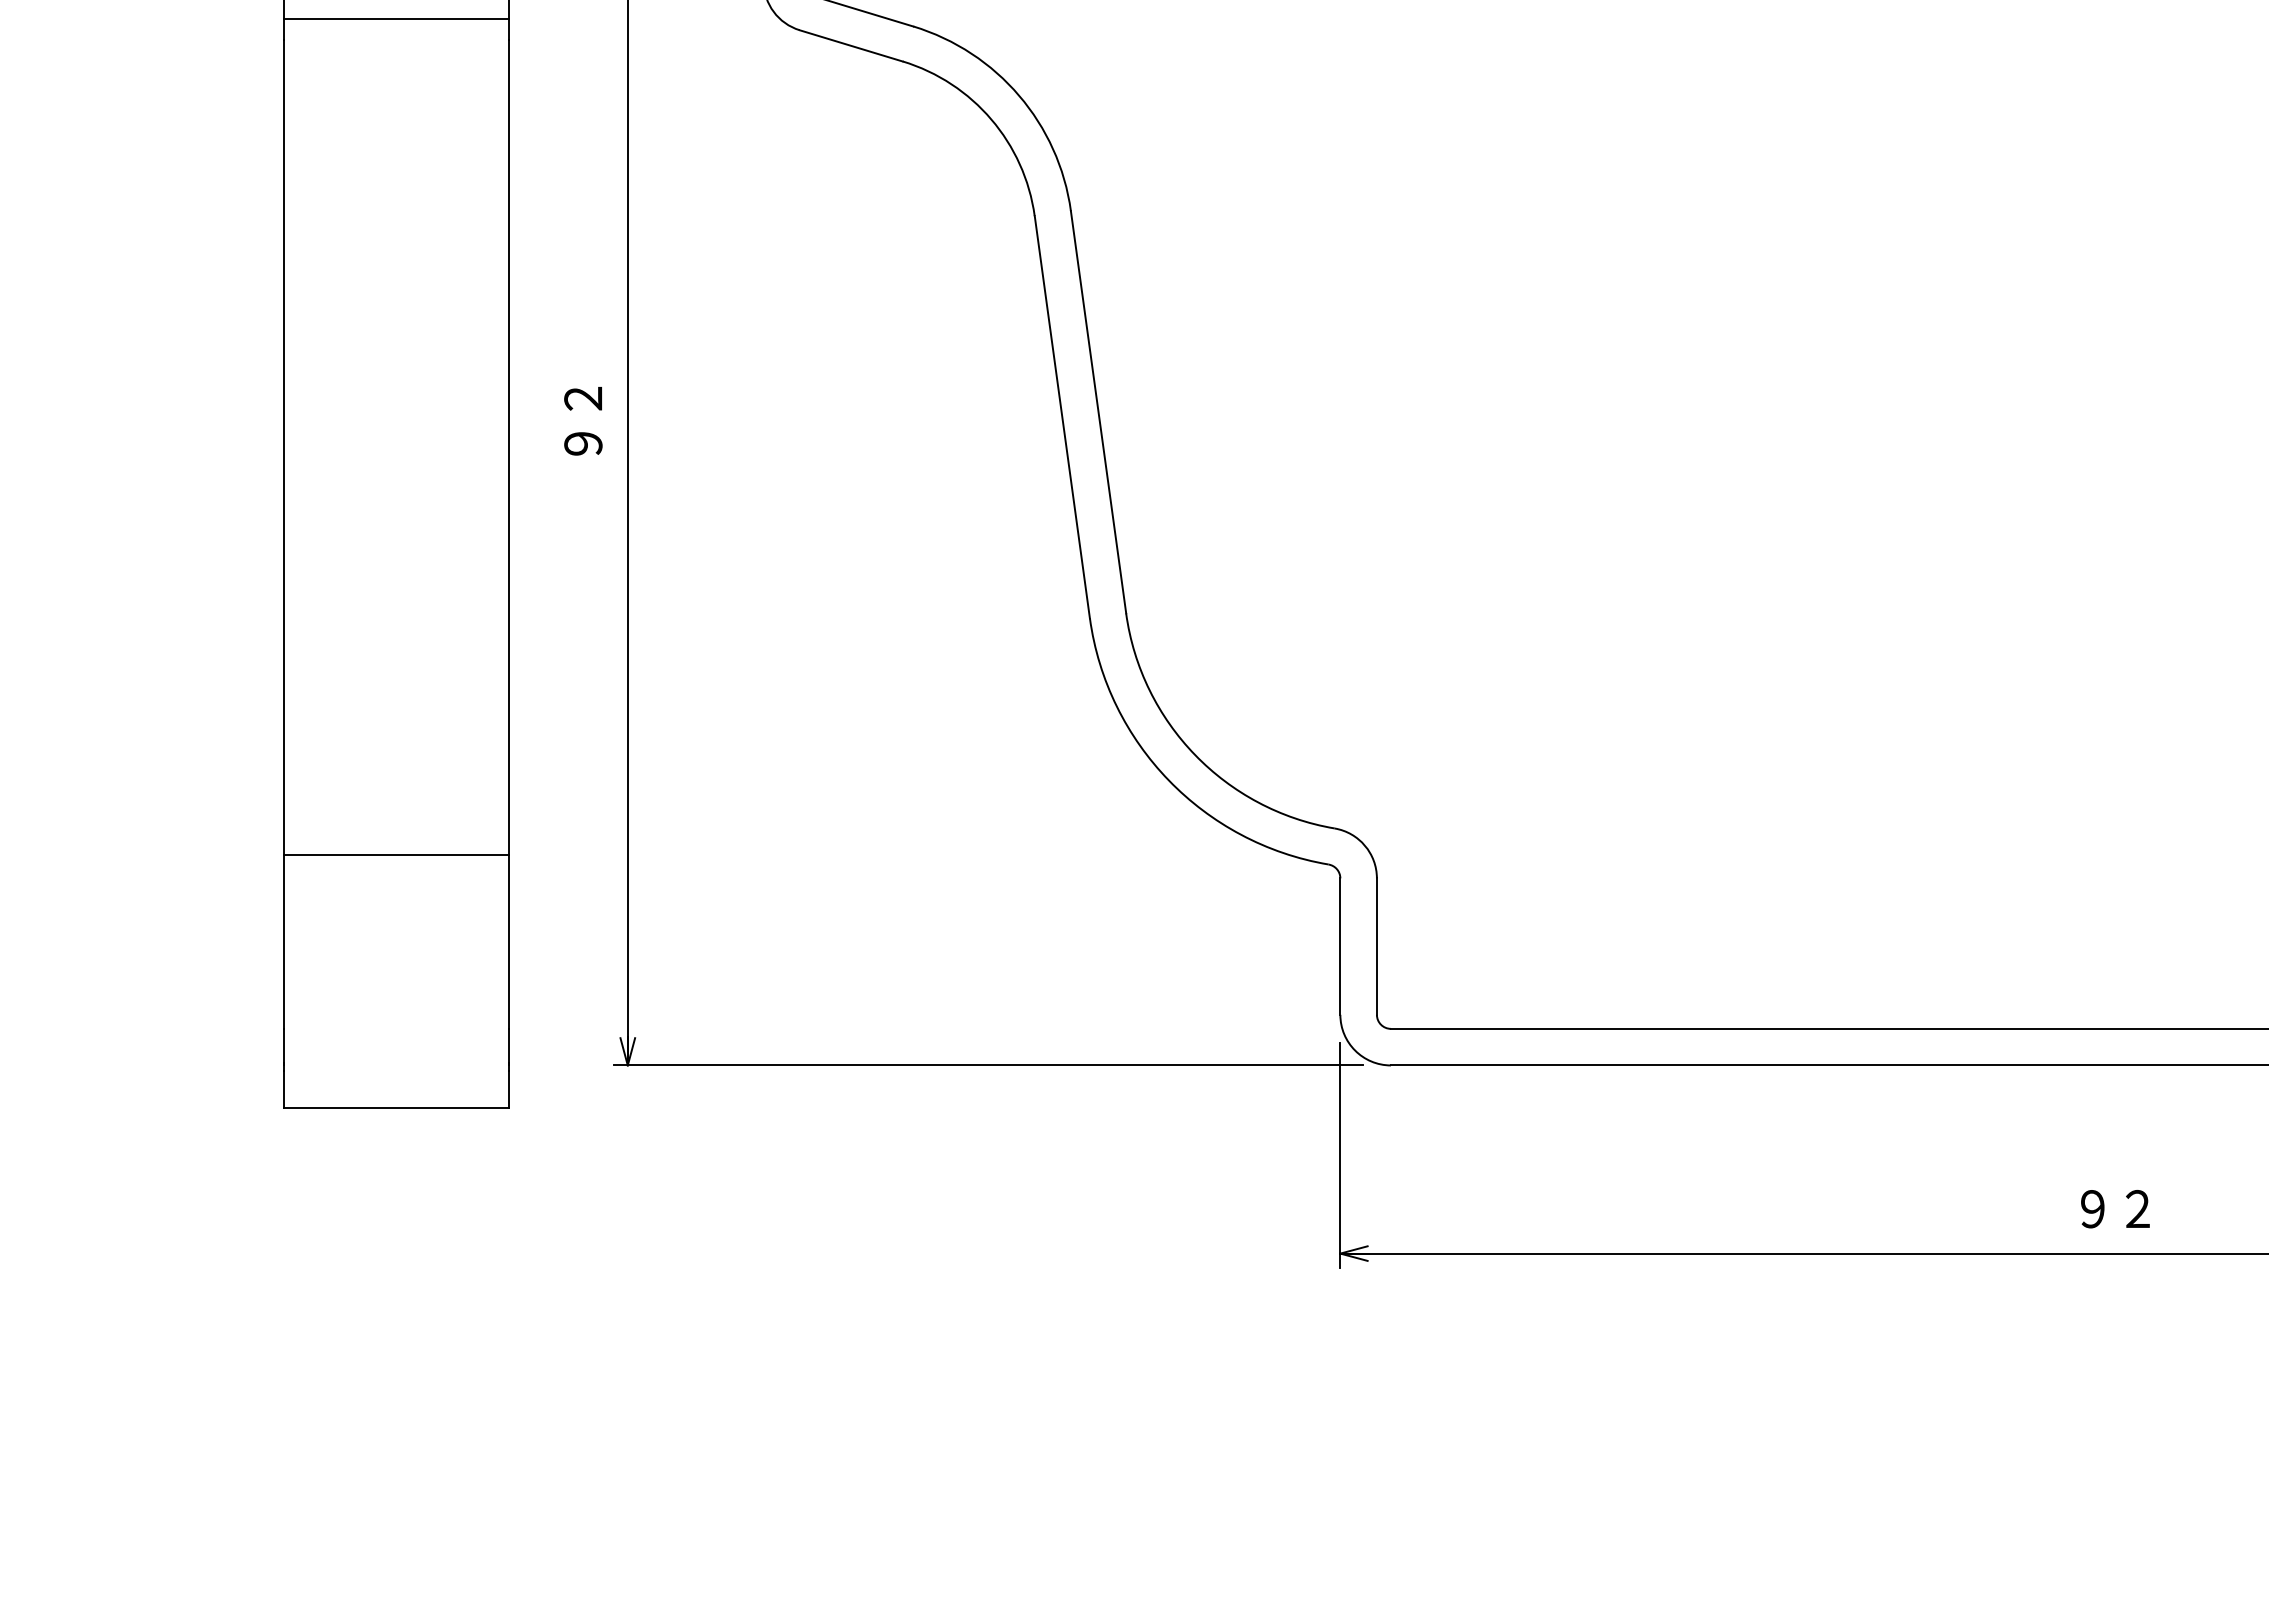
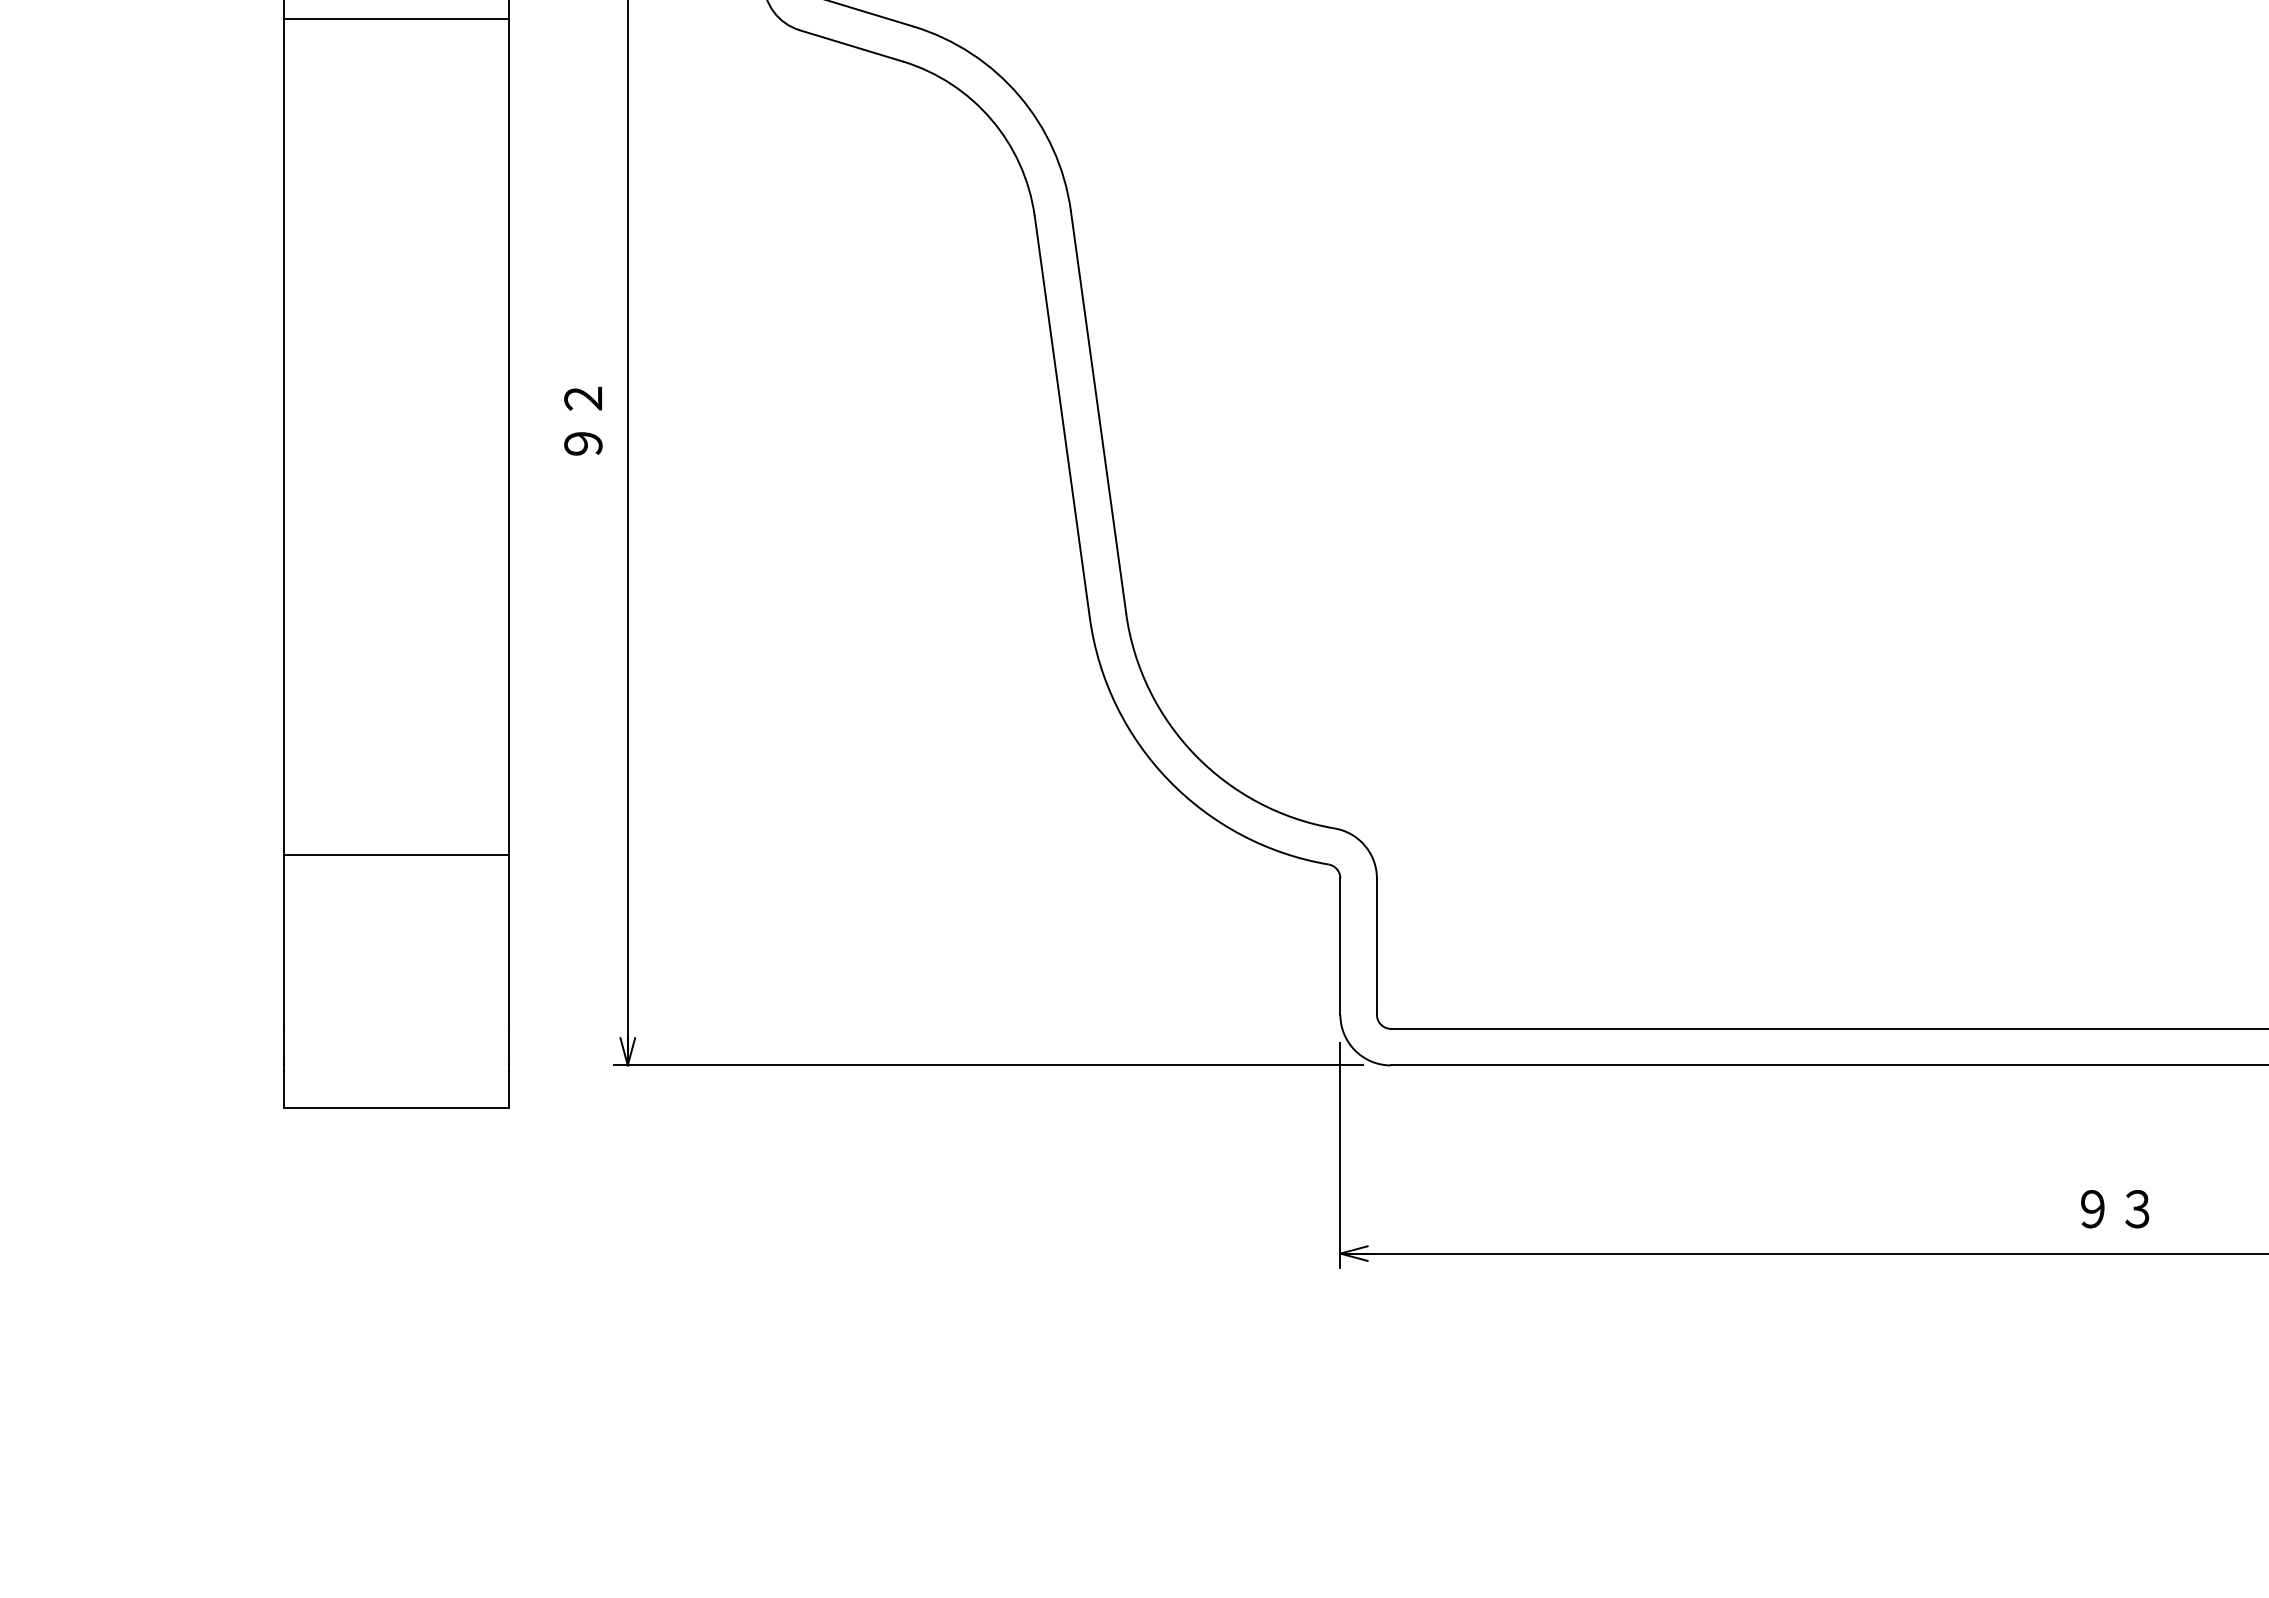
text at (2137, 1209): ９２ -> ９３
